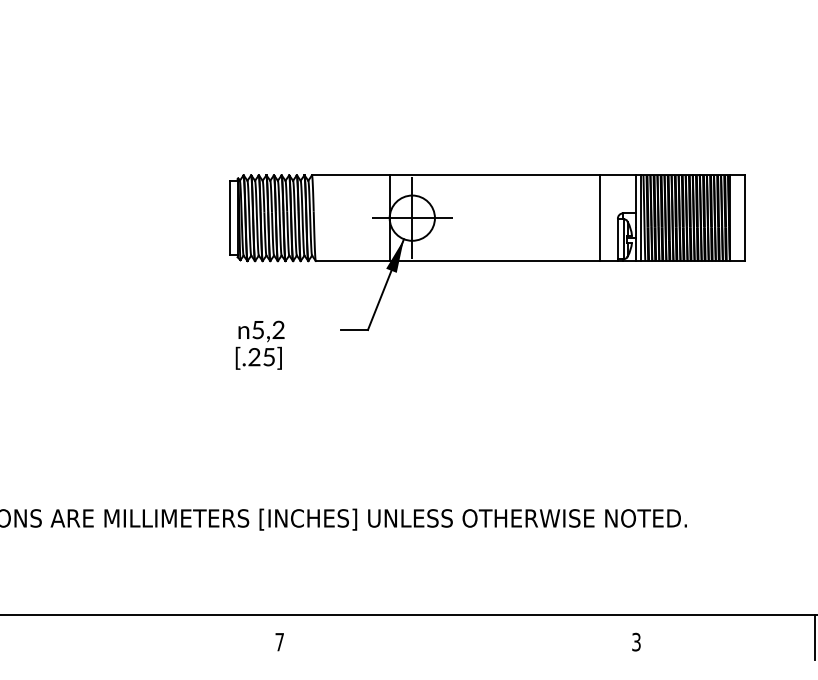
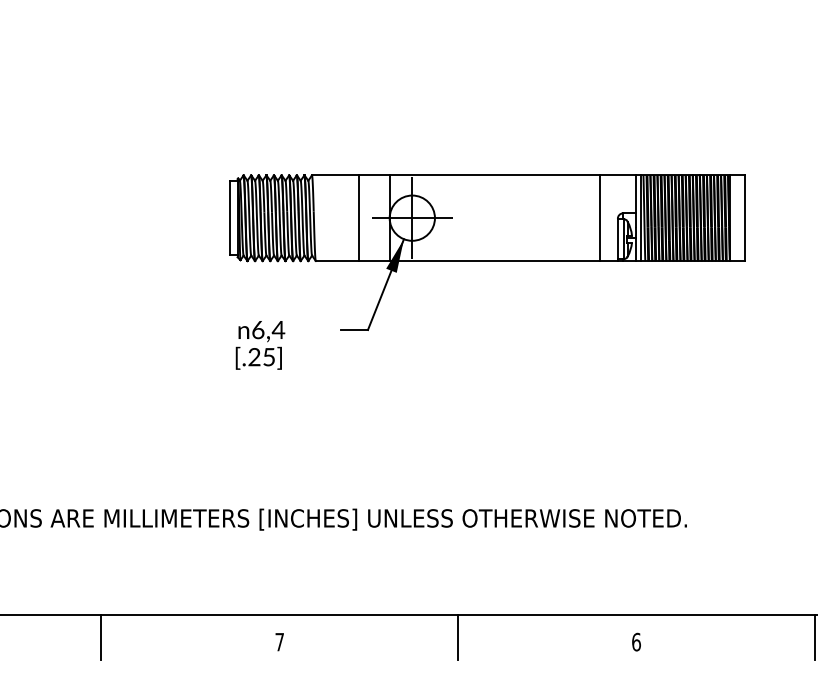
line at (358, 217): none -> present
text at (268, 329): 5,2 -> 6,4
line at (101, 637): none -> present
line at (458, 637): none -> present
text at (636, 641): 3 -> 6
